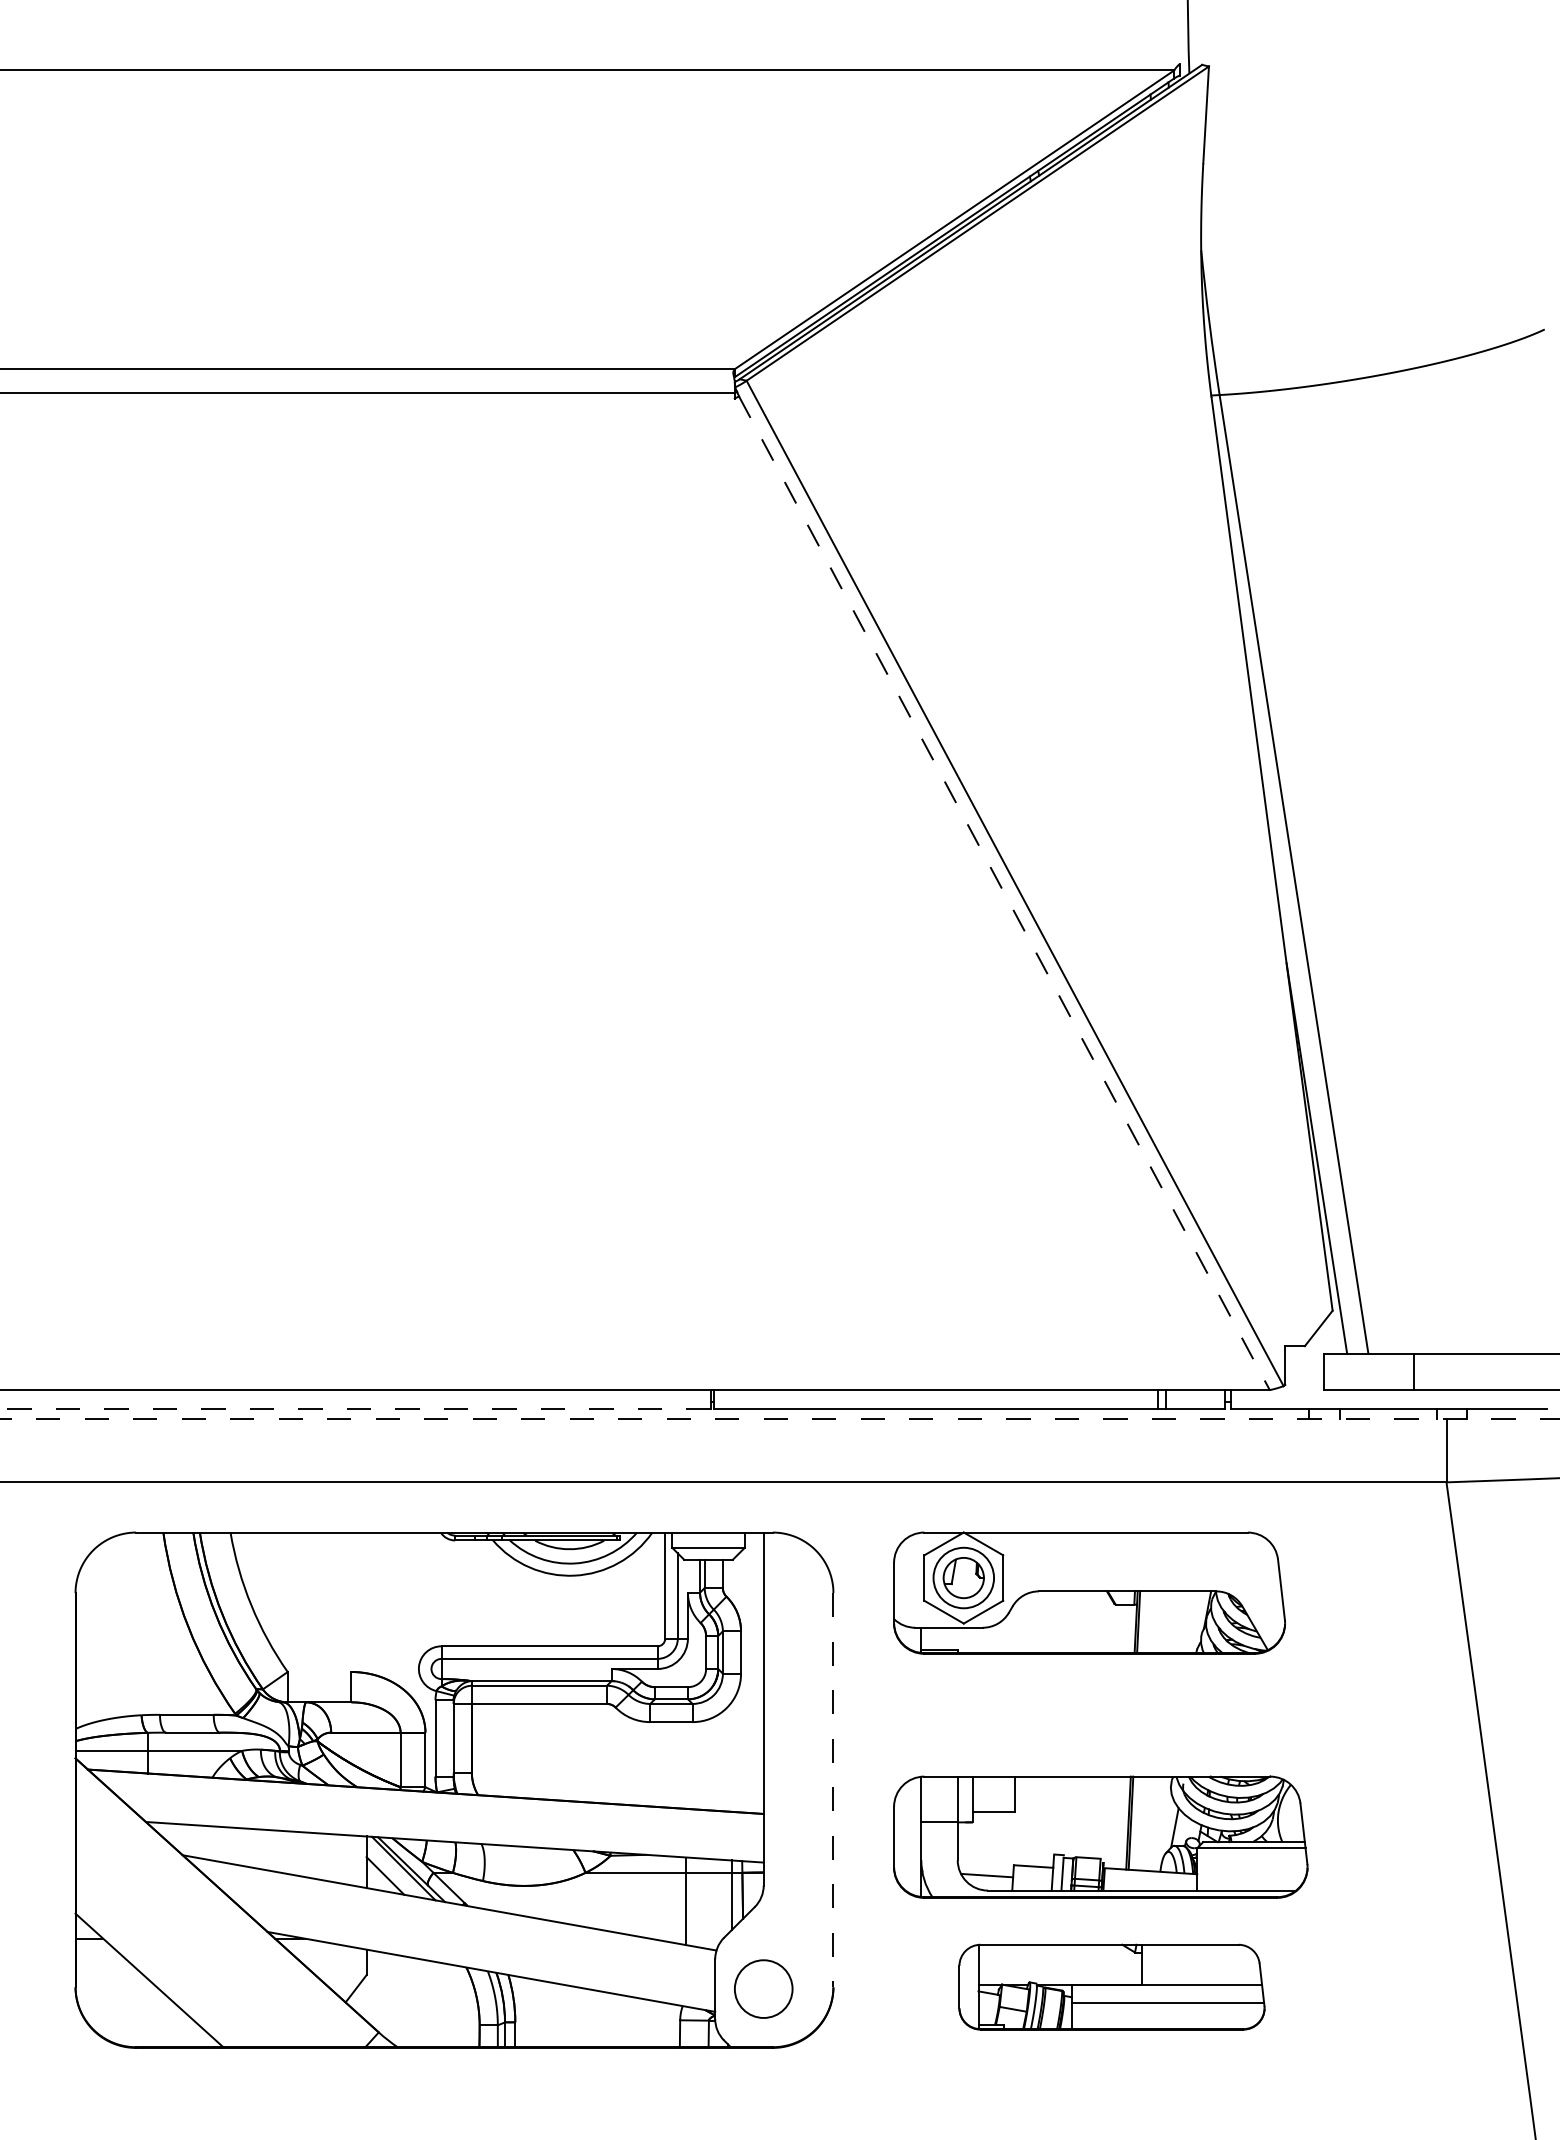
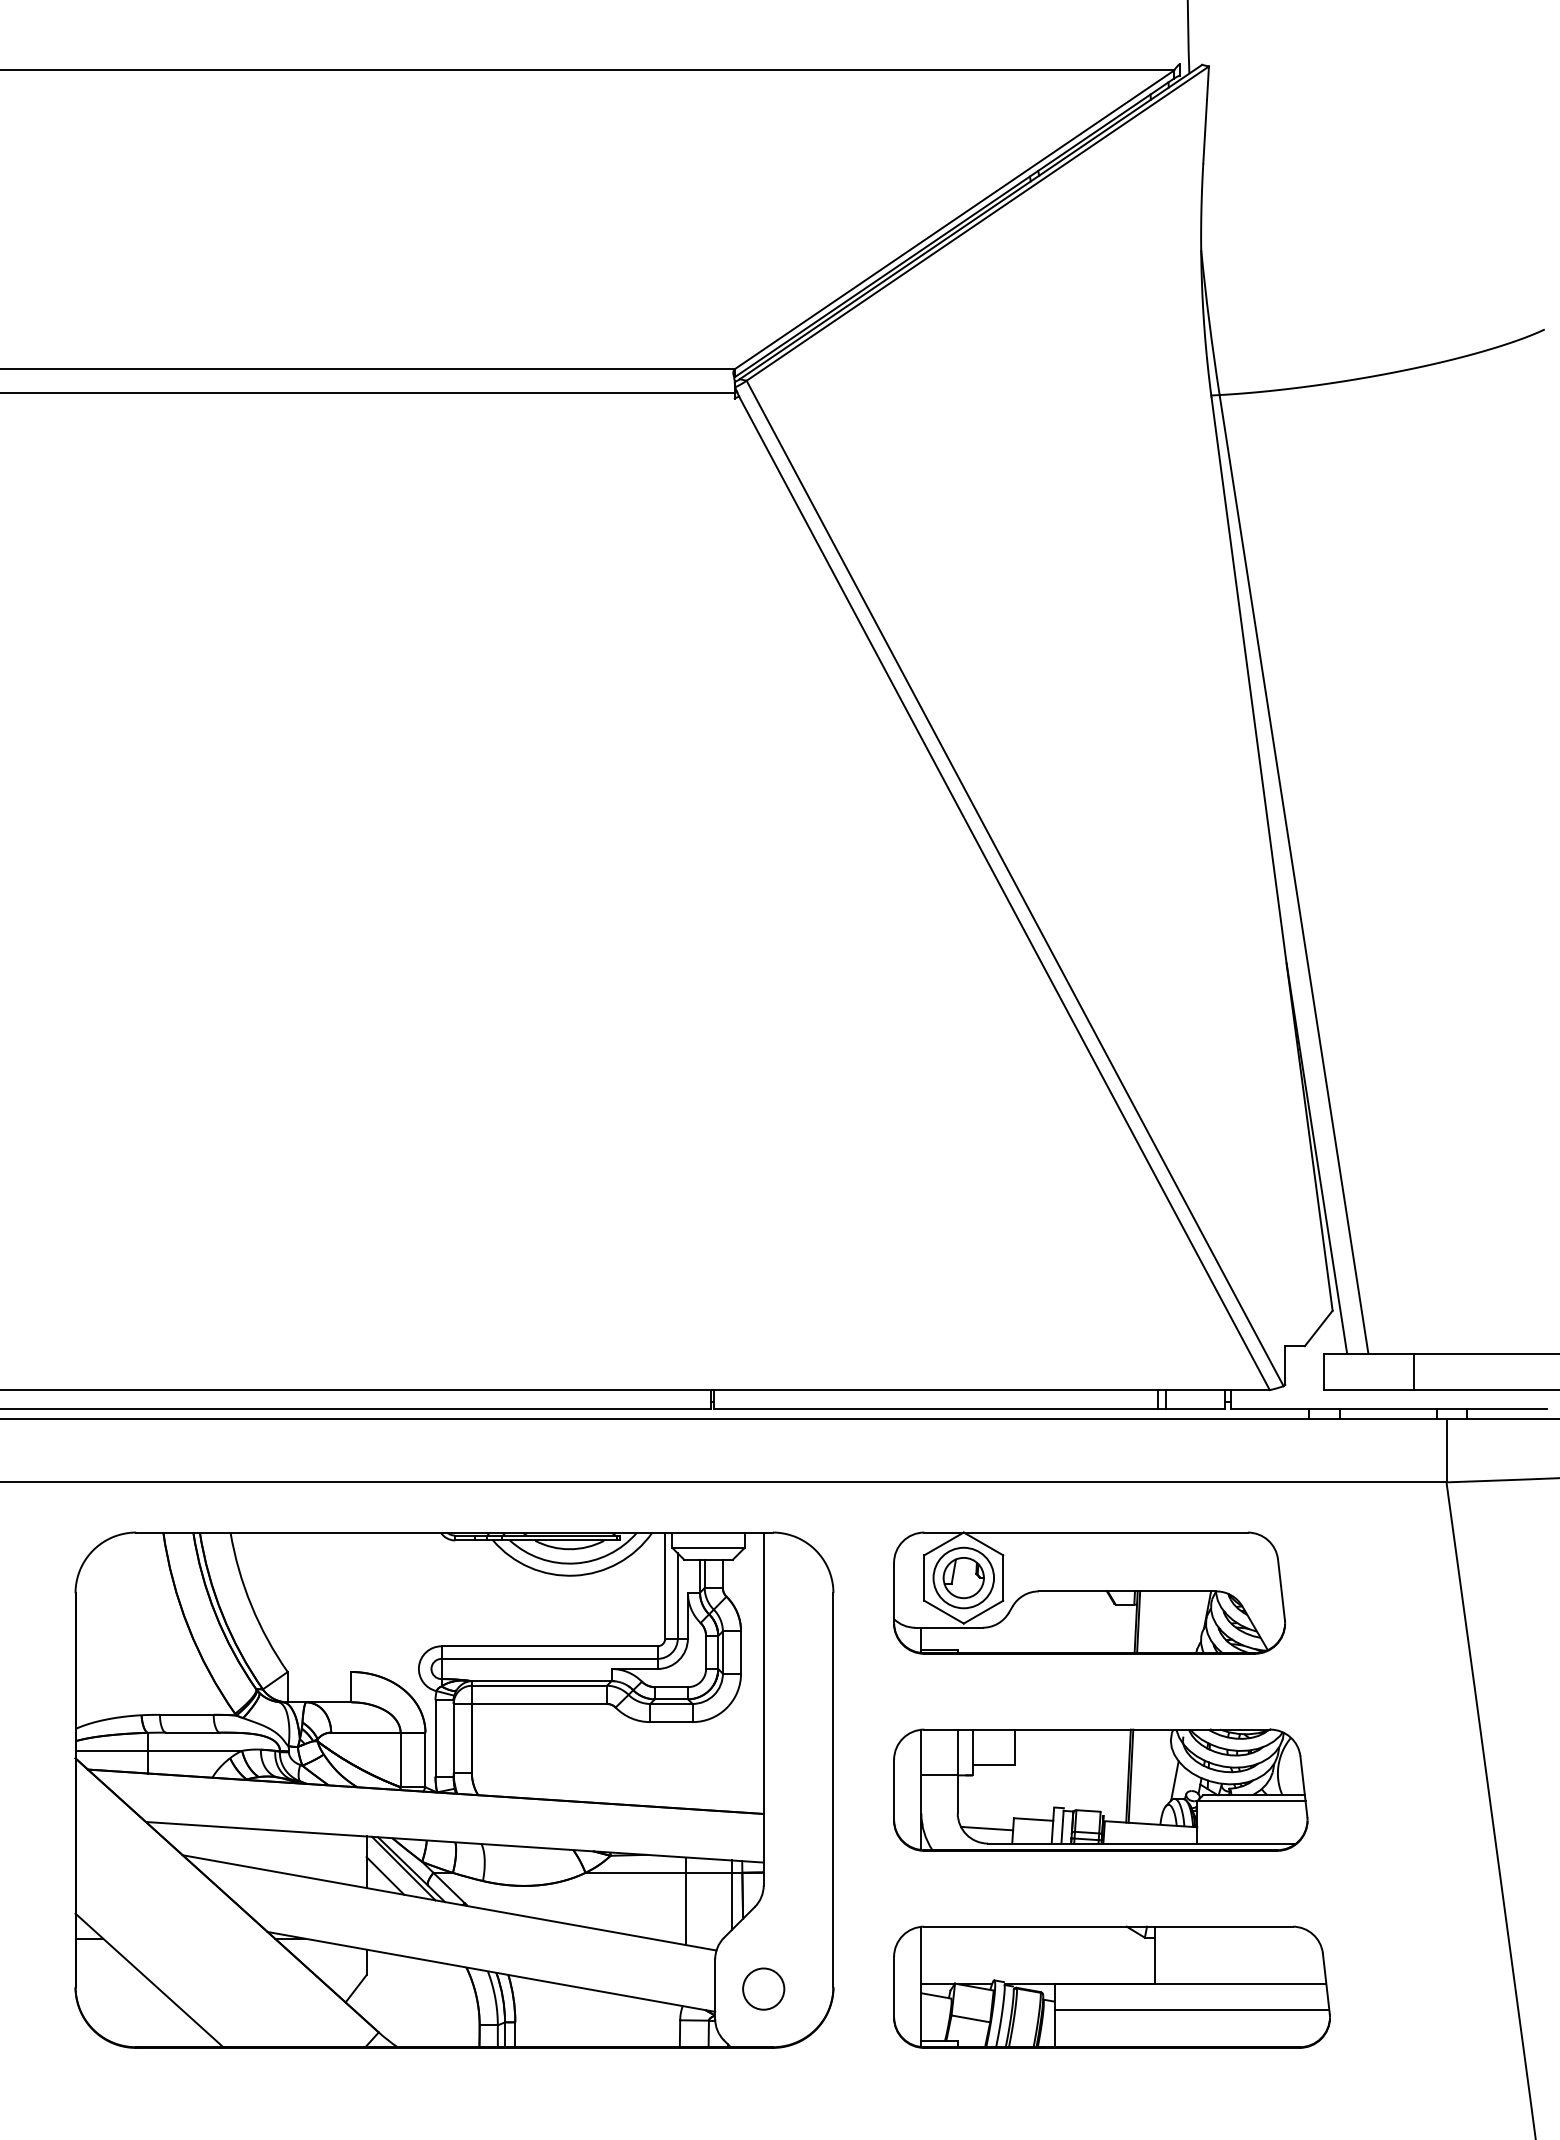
line at (1004, 893): dashed -> solid
line at (355, 1409): dashed -> solid
line at (780, 1418): dashed -> solid
line at (833, 1790): dashed -> solid
part at (1100, 1836) position: (1100, 1836) -> (1100, 1789)
part at (1111, 1986) size: 308x88 px -> 438x124 px
circle at (763, 1988) diameter: 58 px -> 41 px
